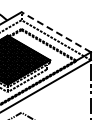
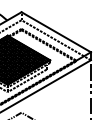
line at (55, 32): dashed -> solid
